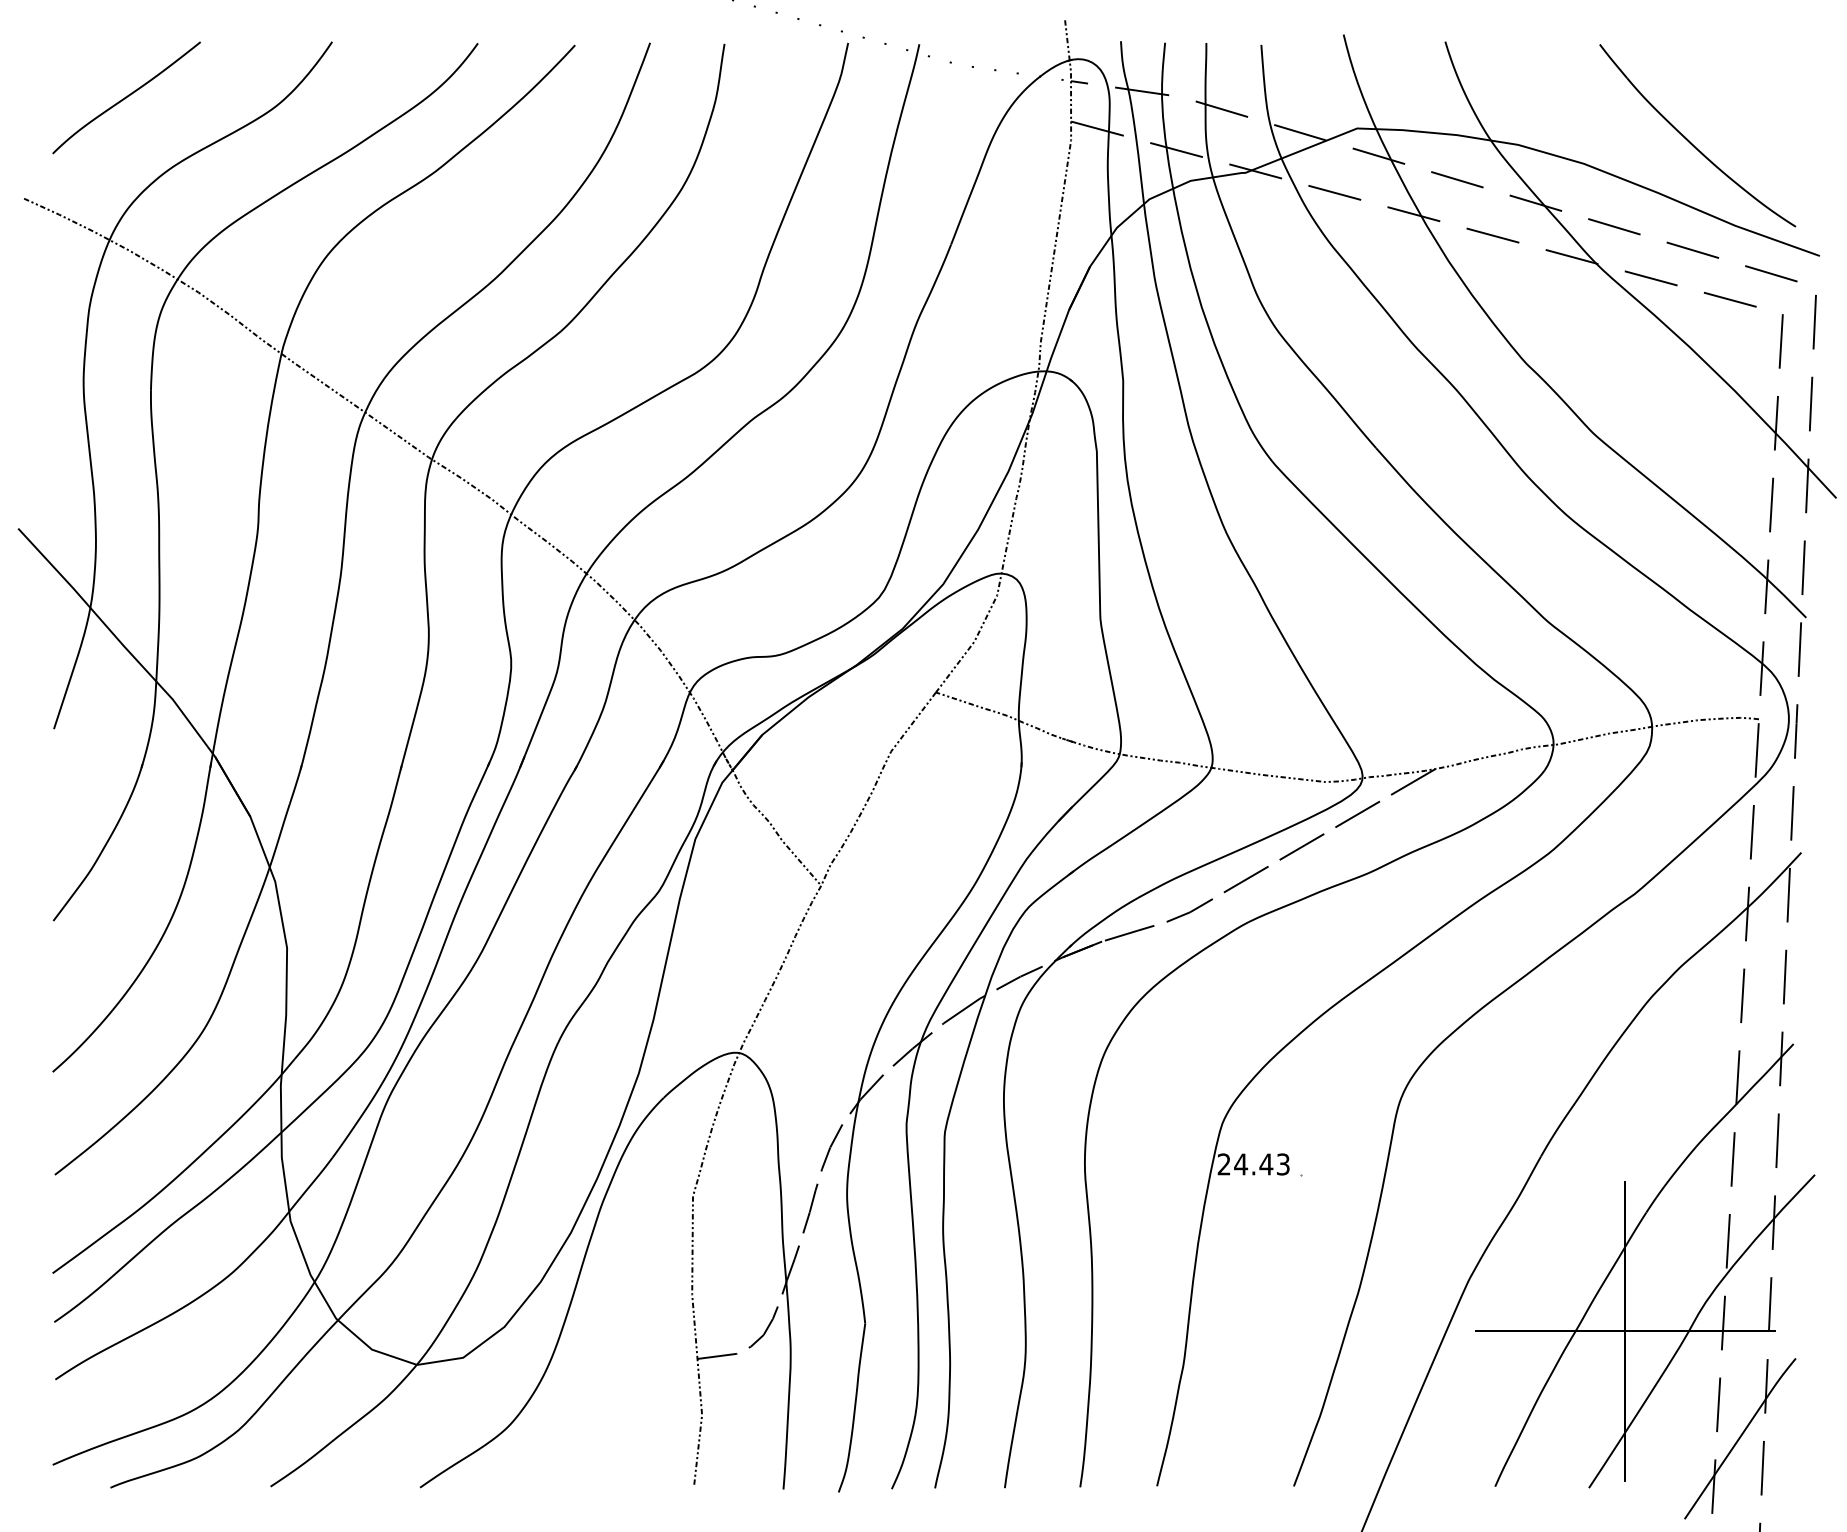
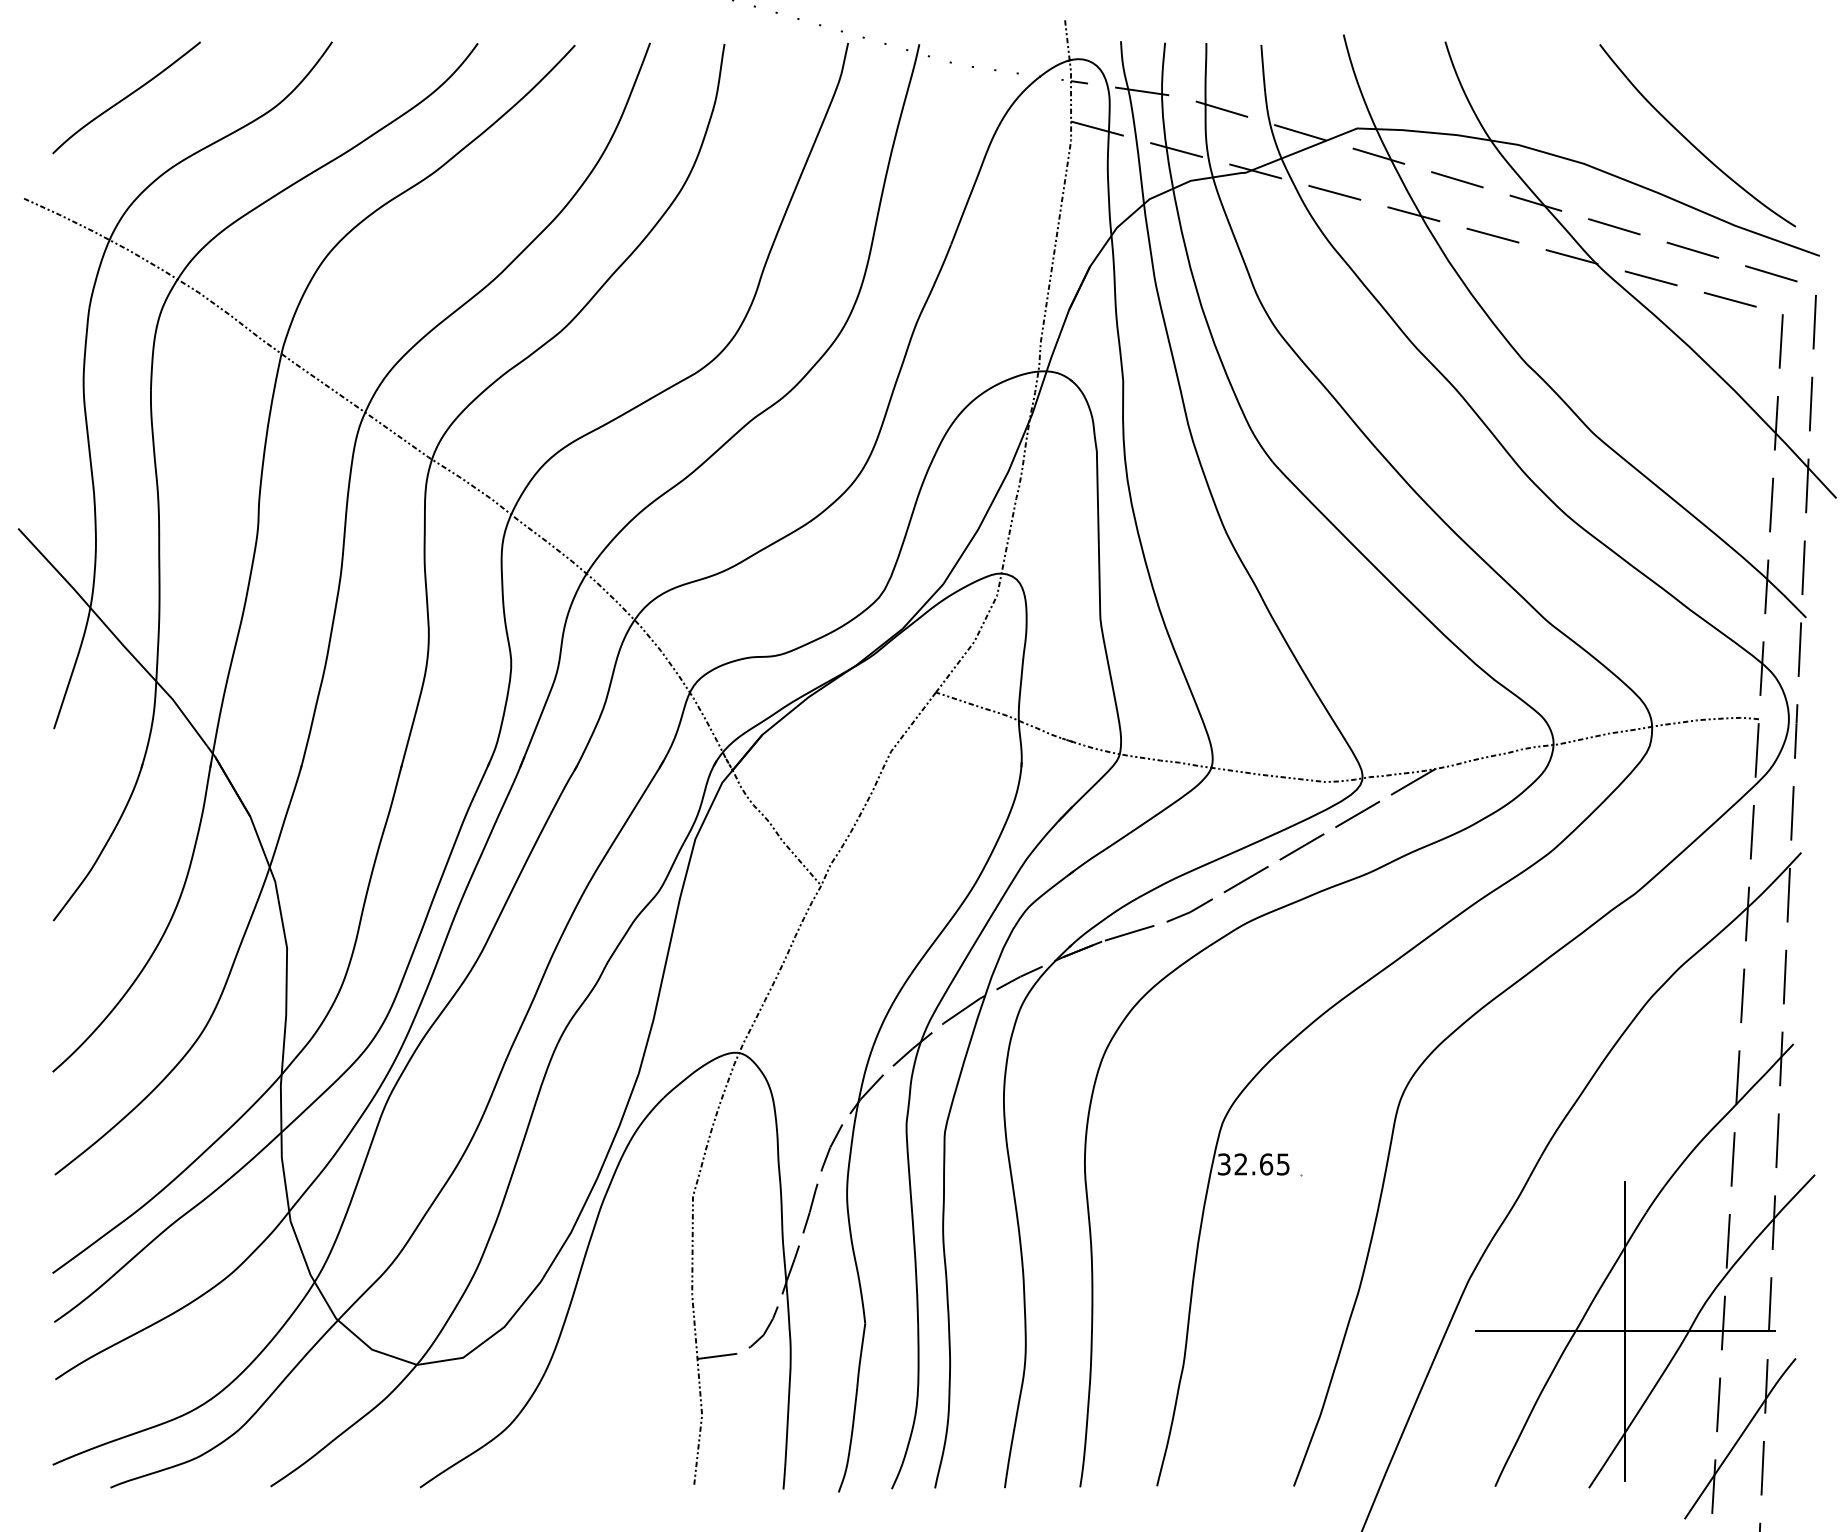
text at (1253, 1164): 24.43 -> 32.65
